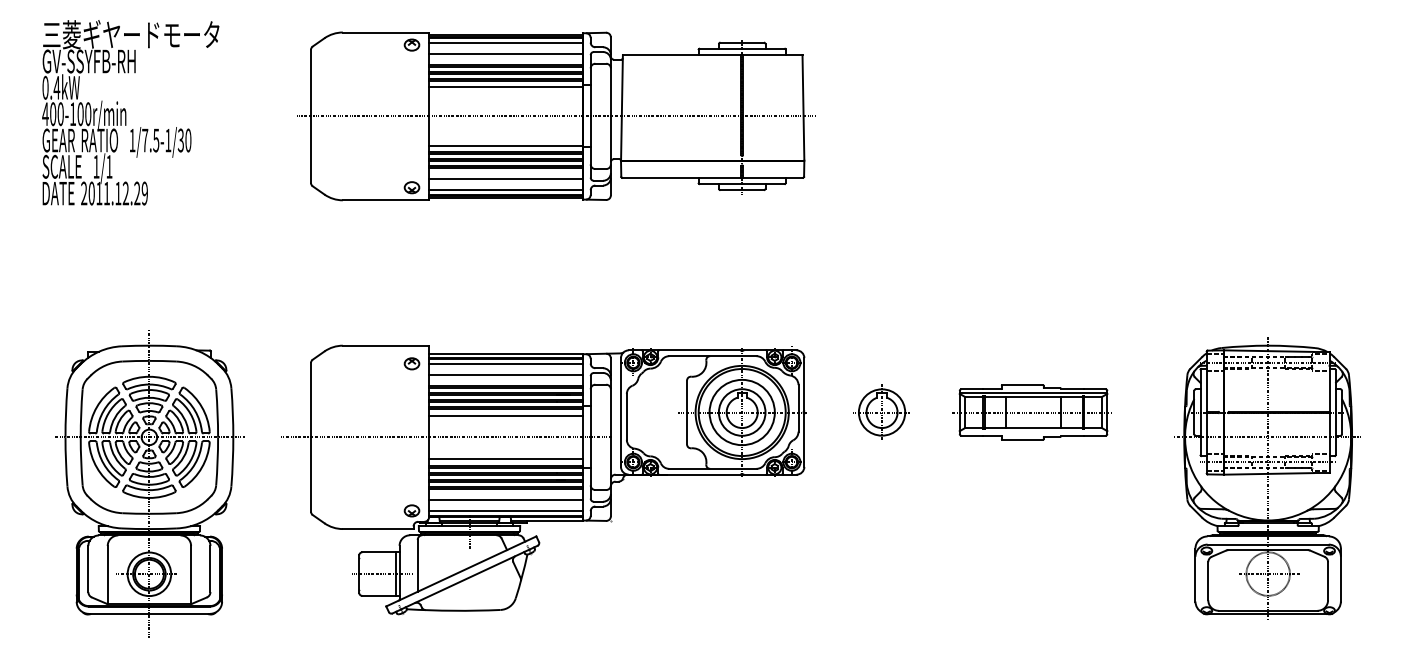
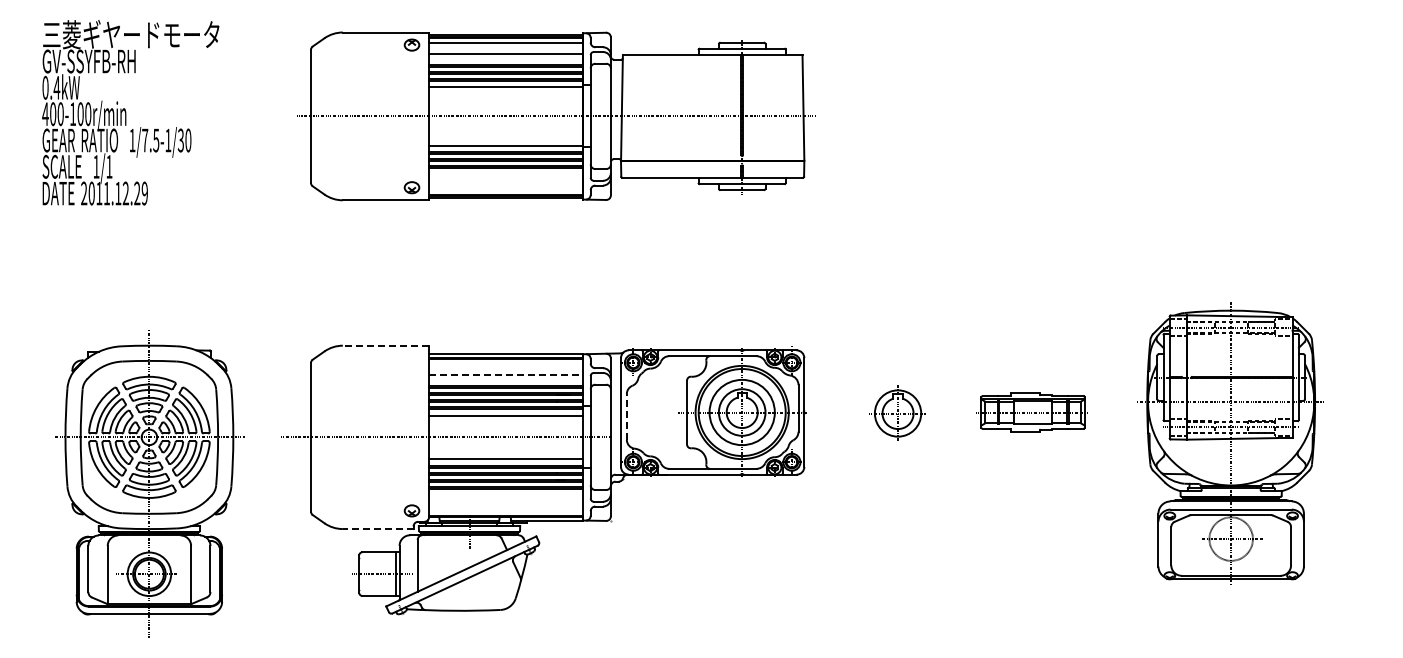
line at (505, 179): present -> none
line at (505, 189): present -> none
line at (385, 345): solid -> dashed
part at (411, 363): present -> none
line at (505, 363): present -> none
line at (506, 374): solid -> dashed
part at (881, 411) position: (881, 411) -> (897, 412)
part at (1031, 412) size: 160x57 px -> 112x41 px
line at (626, 416): solid -> dashed
part at (1267, 478) position: (1267, 478) -> (1230, 443)
line at (505, 500): present -> none
line at (505, 510): present -> none
line at (377, 529): solid -> dashed
